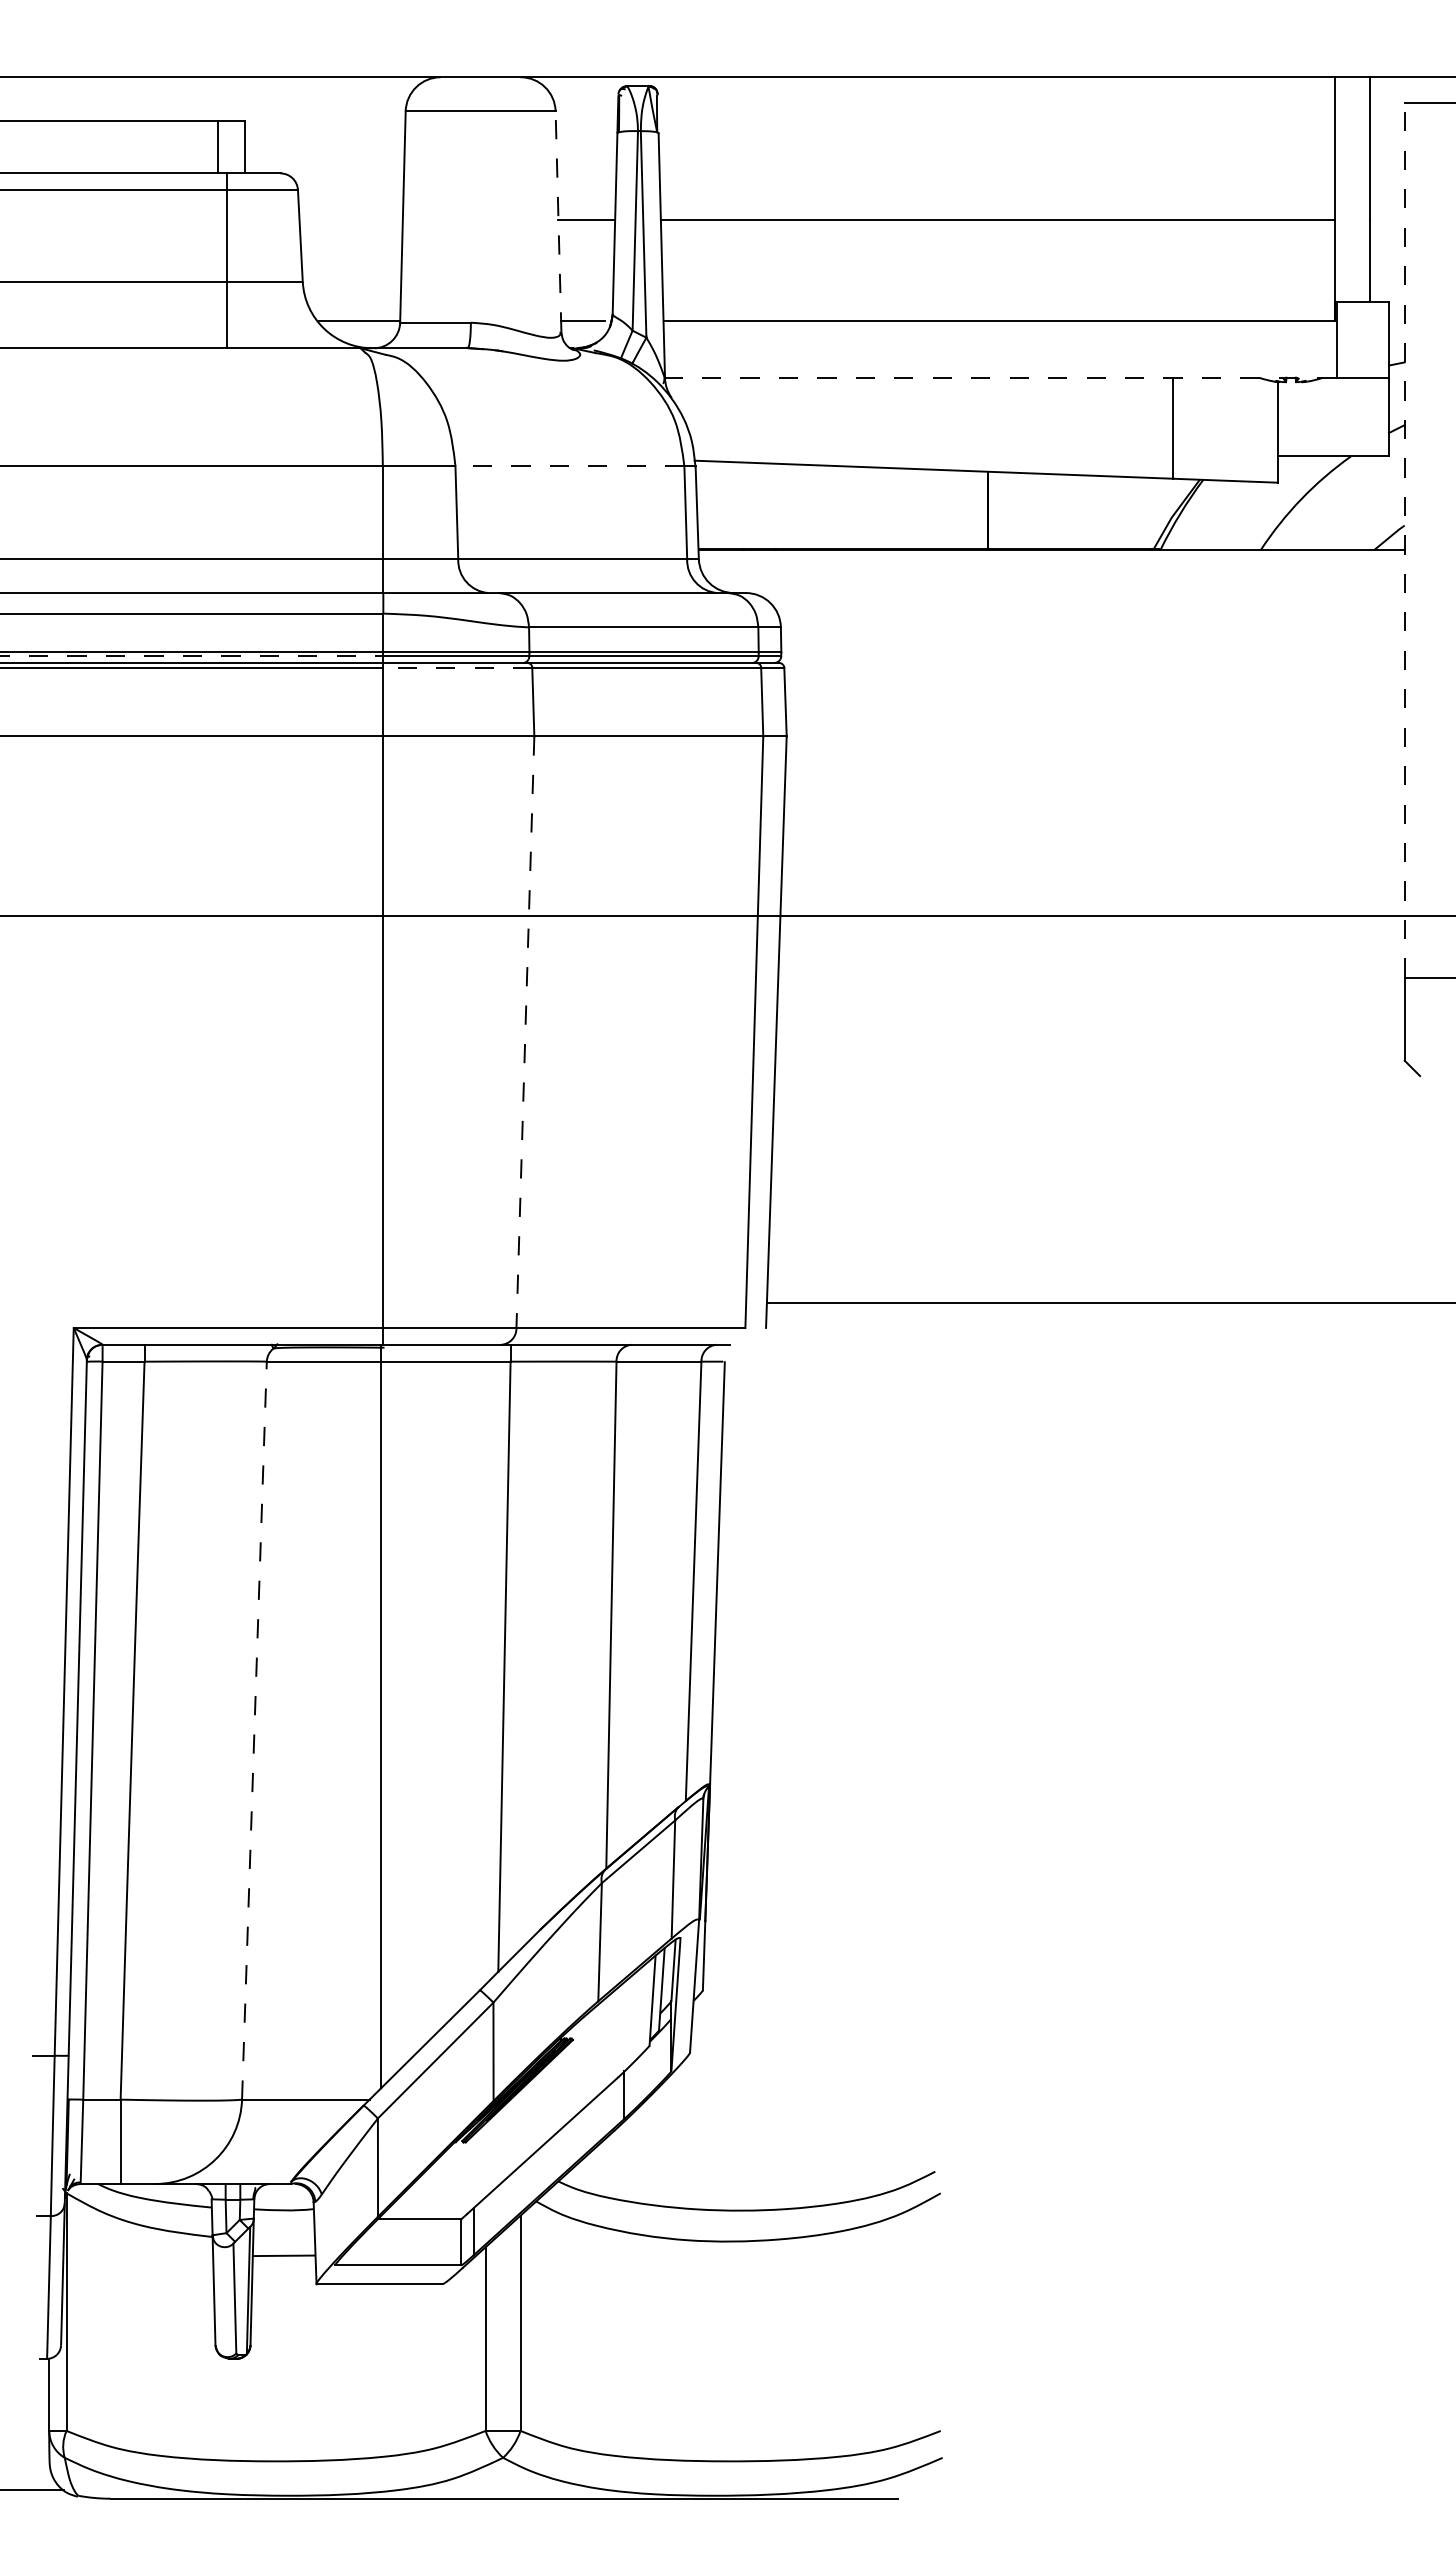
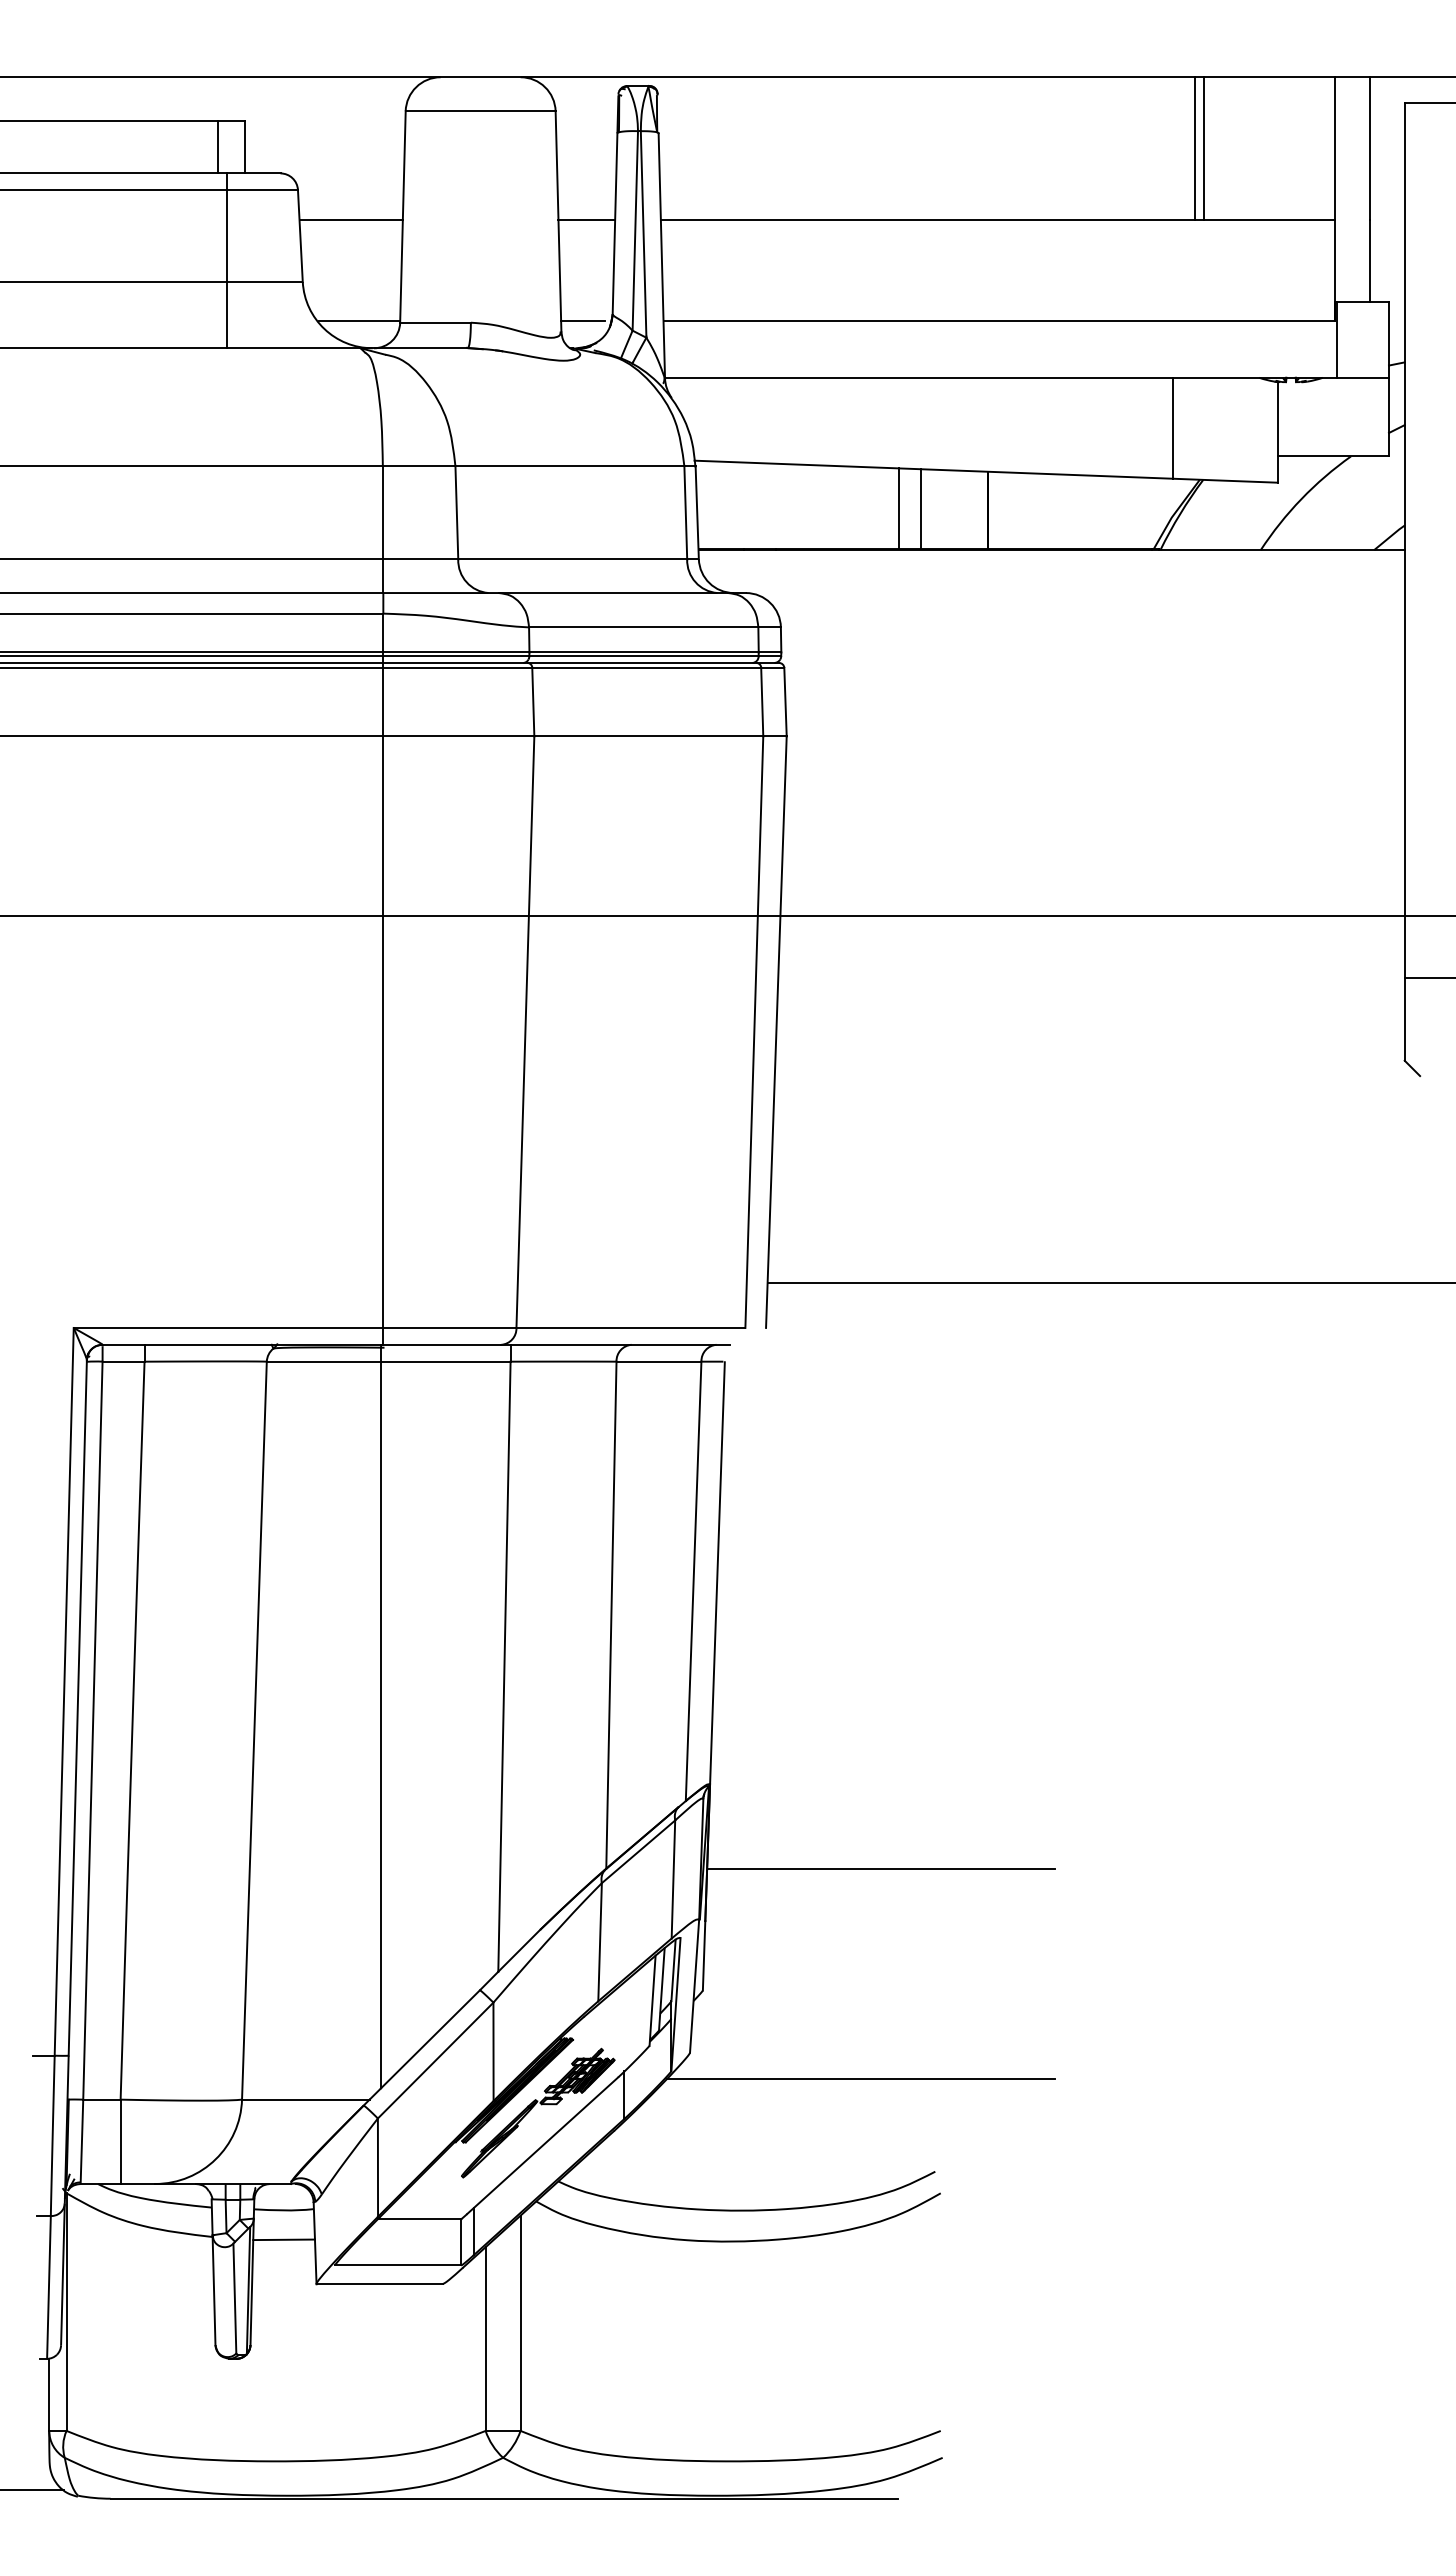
line at (1194, 148): none -> present
line at (1204, 148): none -> present
line at (350, 219): none -> present
line at (558, 220): dashed -> solid
line at (1000, 377): dashed -> solid
line at (569, 466): dashed -> solid
line at (899, 508): none -> present
line at (920, 509): none -> present
line at (1404, 540): dashed -> solid
line at (192, 656): dashed -> solid
line at (457, 668): dashed -> solid
line at (525, 1032): dashed -> solid
line at (1109, 1302) position: (1109, 1302) -> (1109, 1282)
line at (254, 1730): dashed -> solid
line at (881, 1869): none -> present
line at (861, 2079): none -> present
part at (533, 2107): none -> present
line at (283, 2255) position: (283, 2255) -> (283, 2239)
